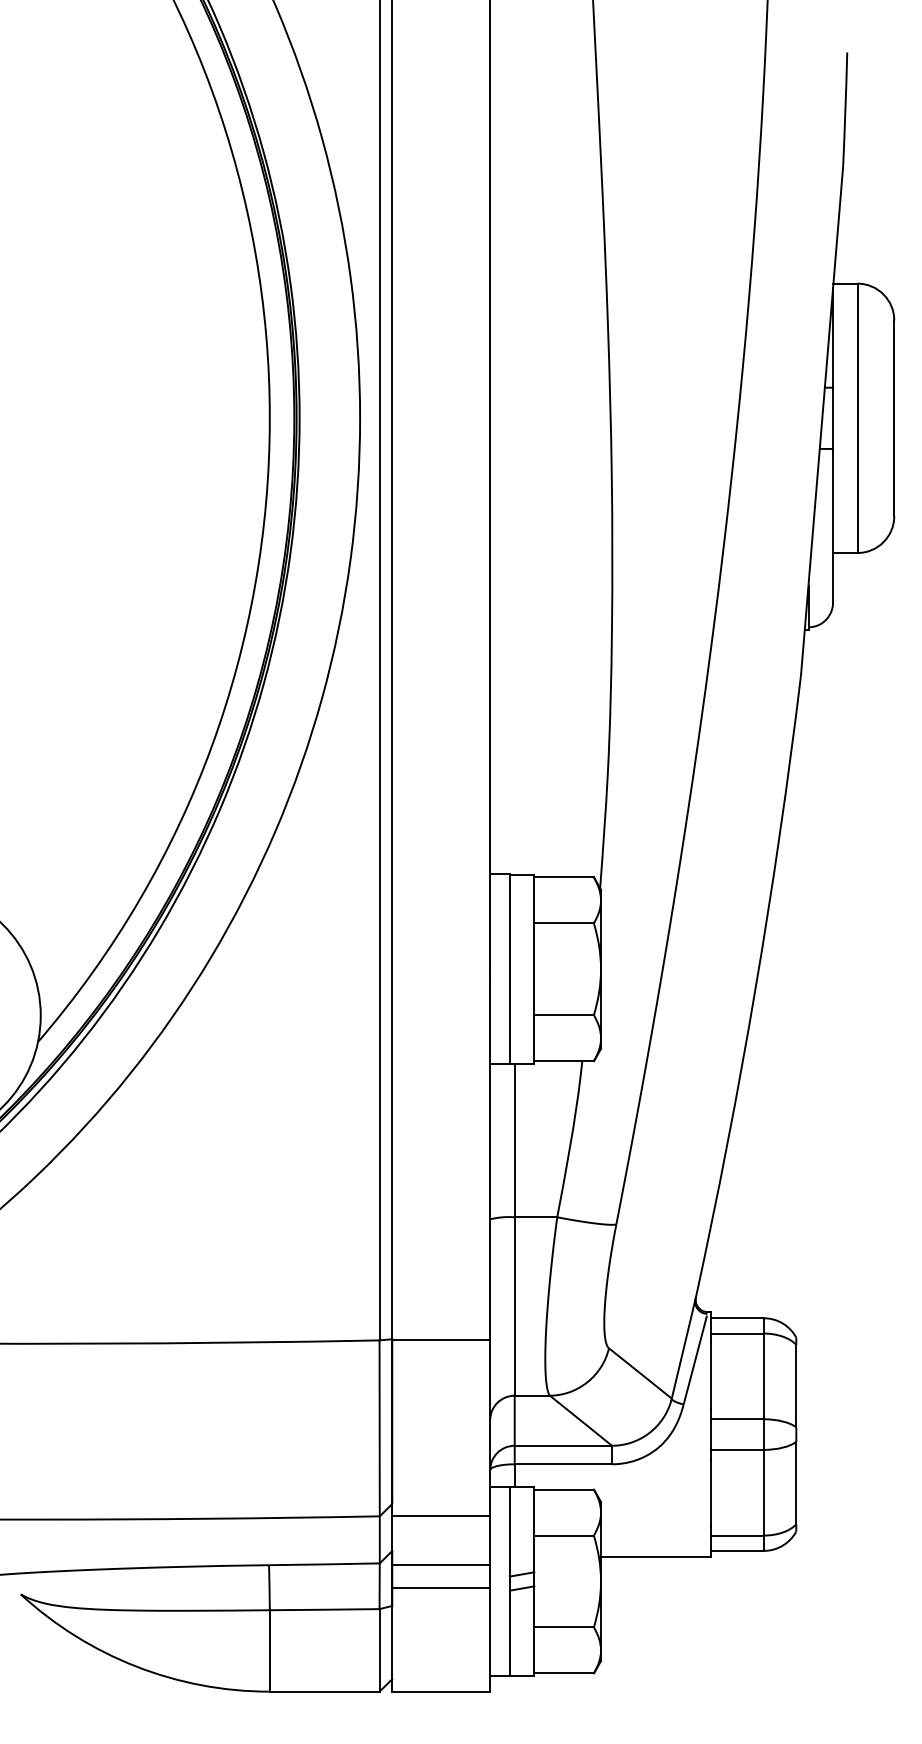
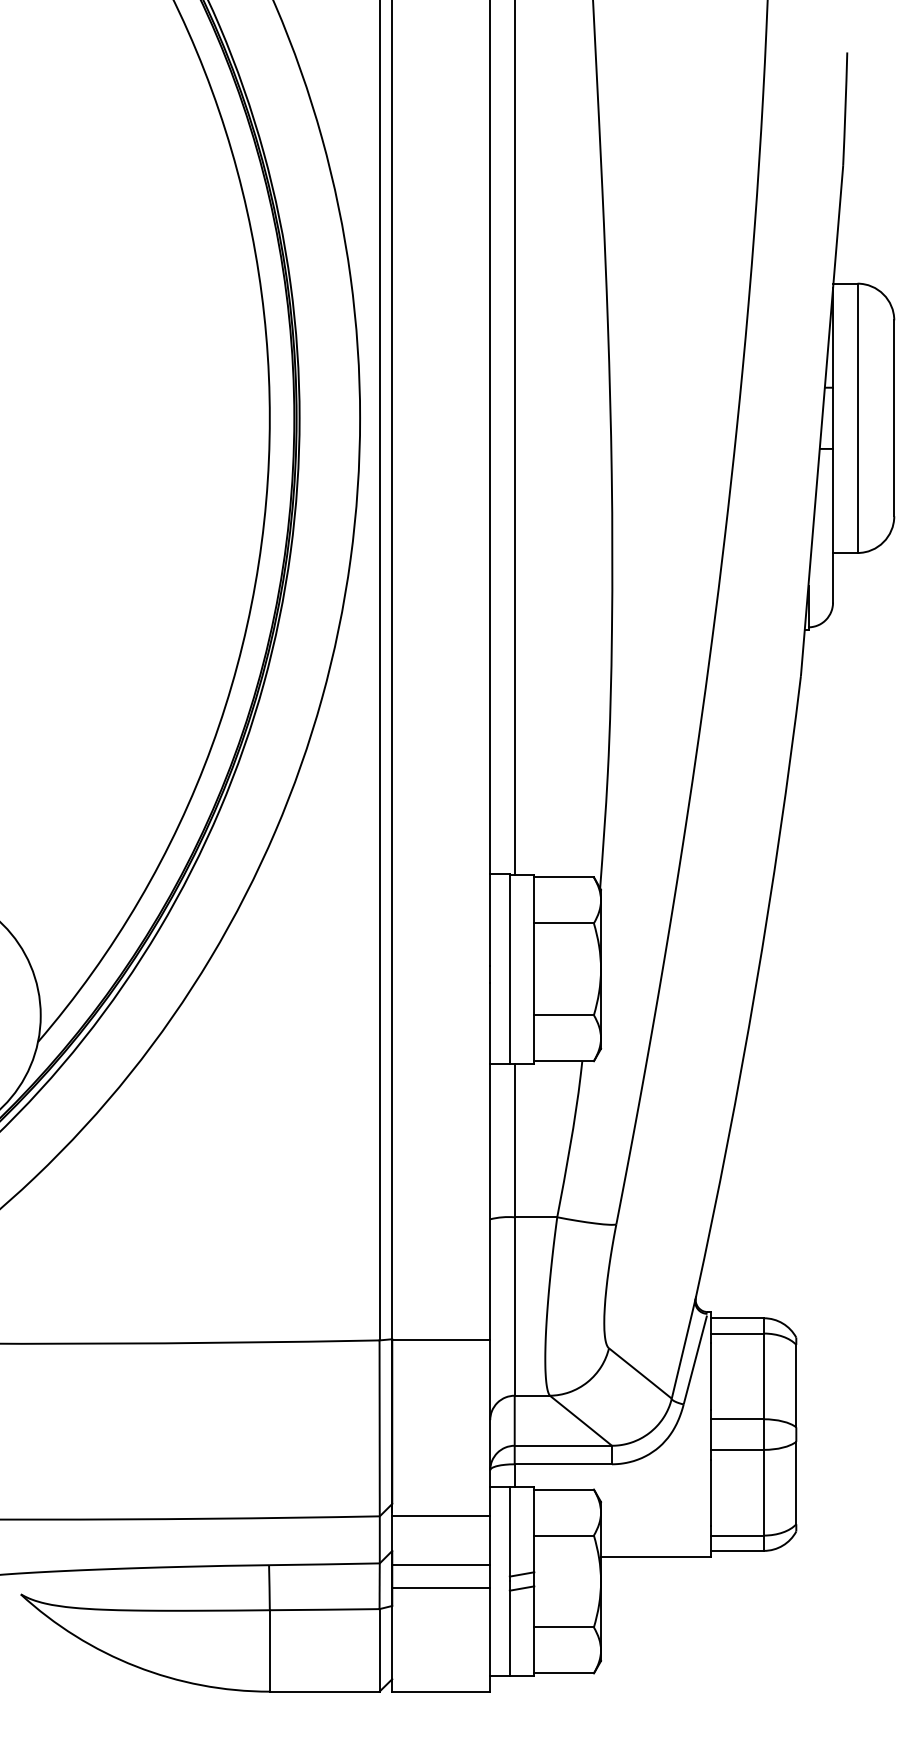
line at (514, 438): none -> present
